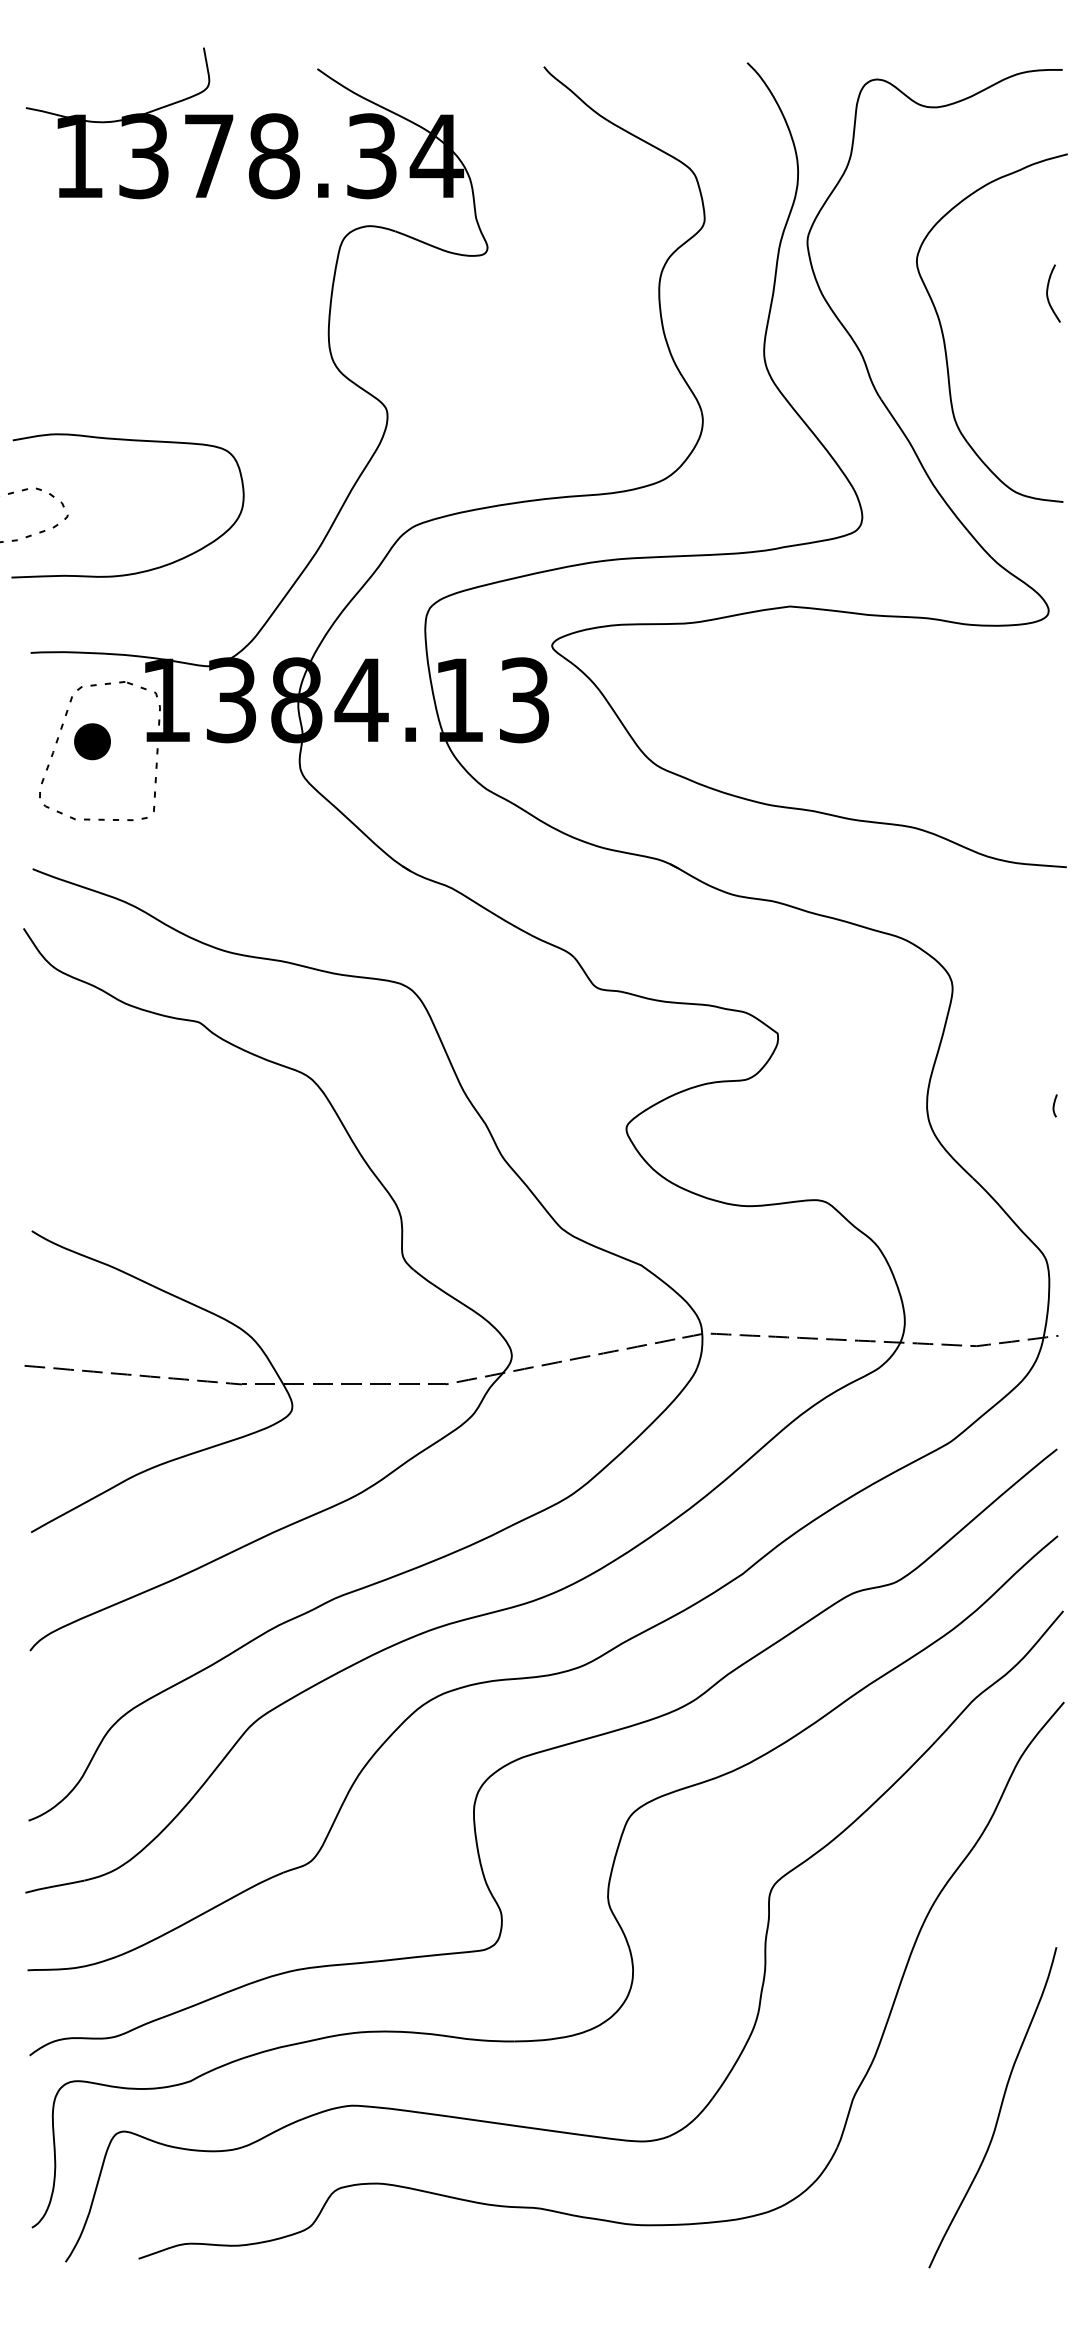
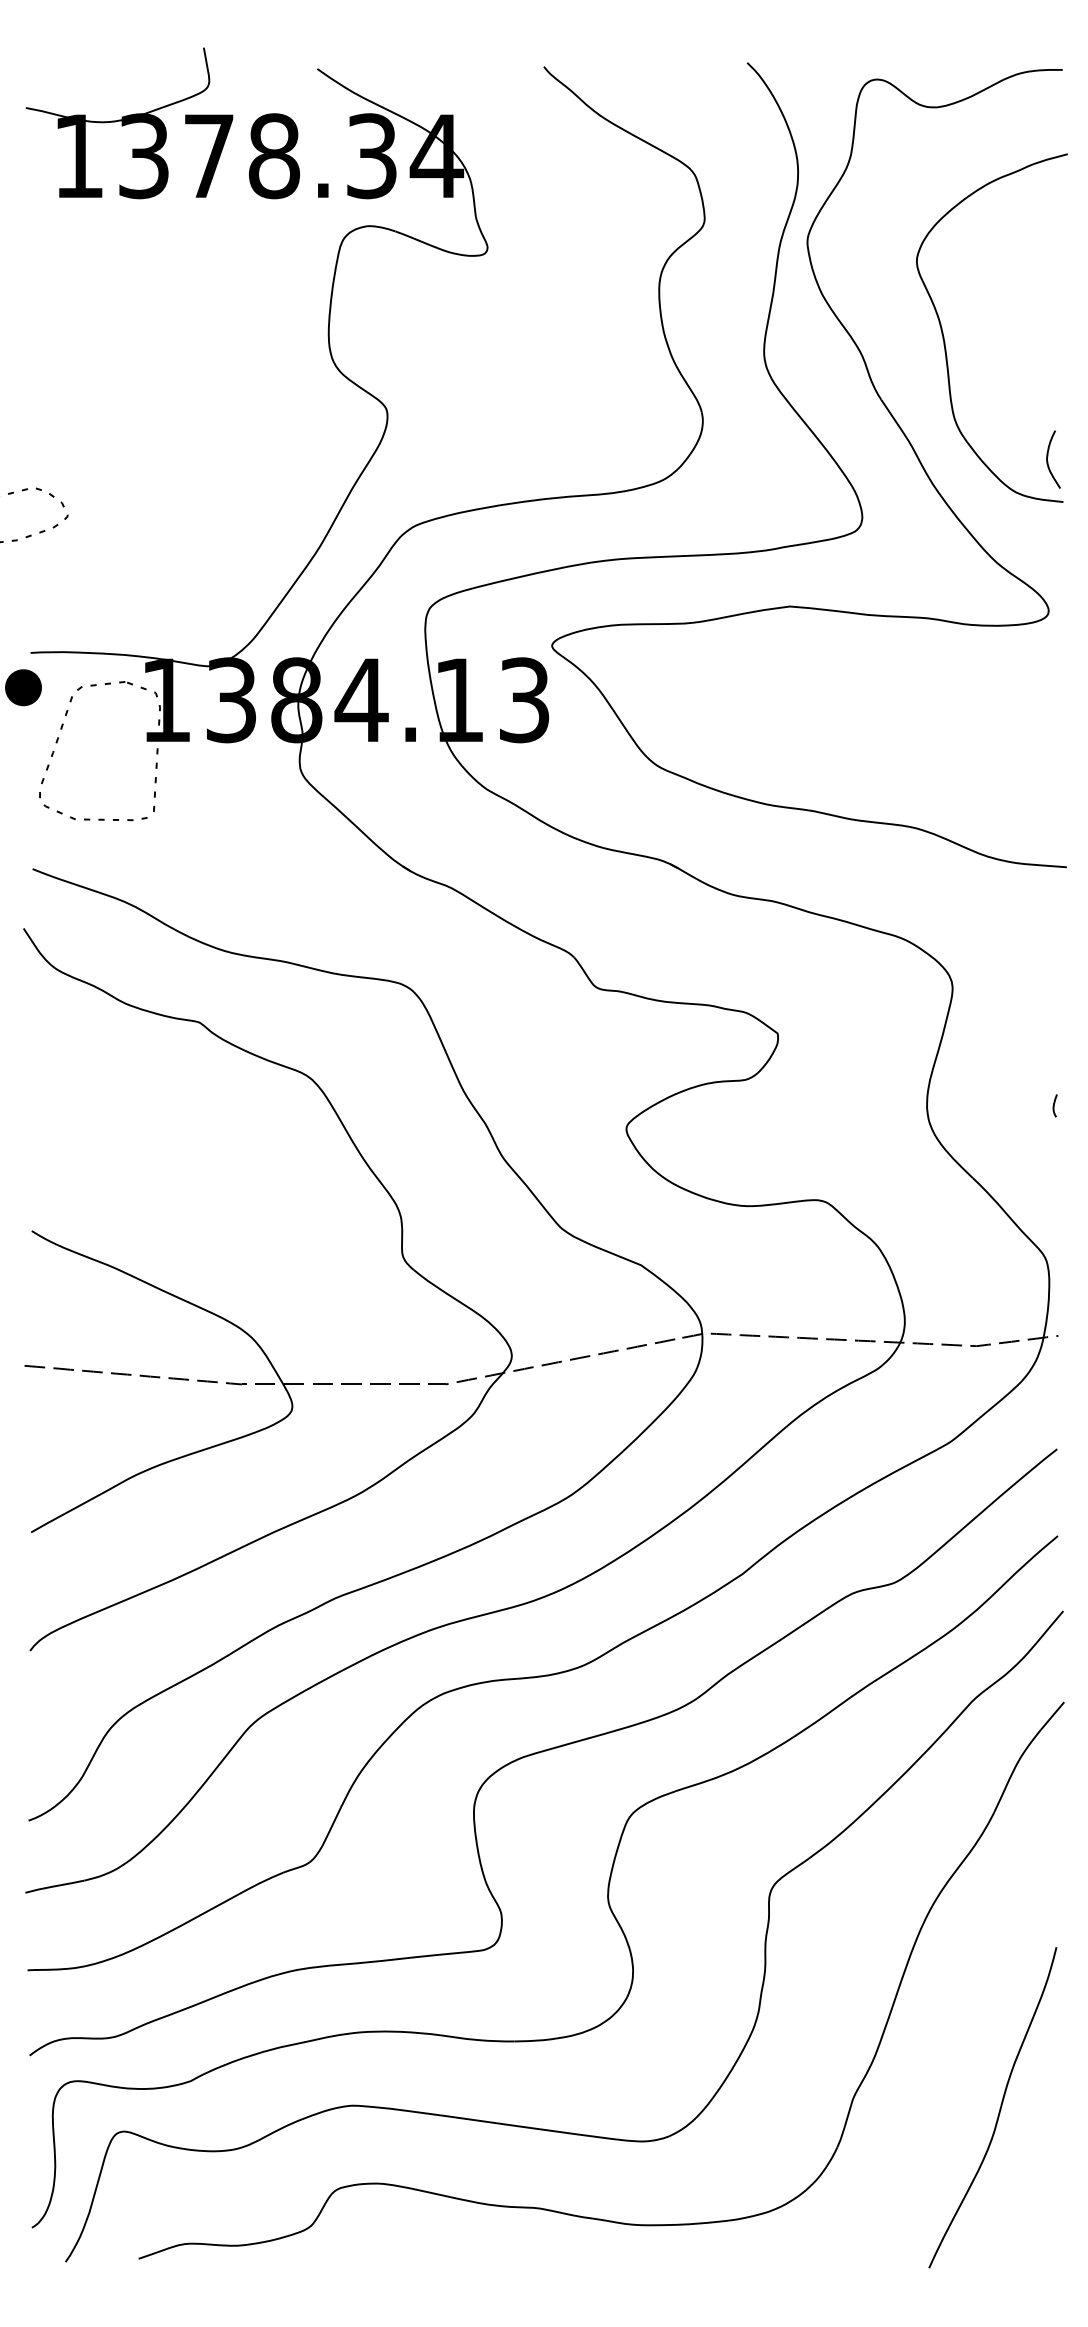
curve at (1048, 295) position: (1048, 295) -> (1048, 461)
curve at (132, 441): present -> none
part at (92, 741) position: (92, 741) -> (23, 687)
